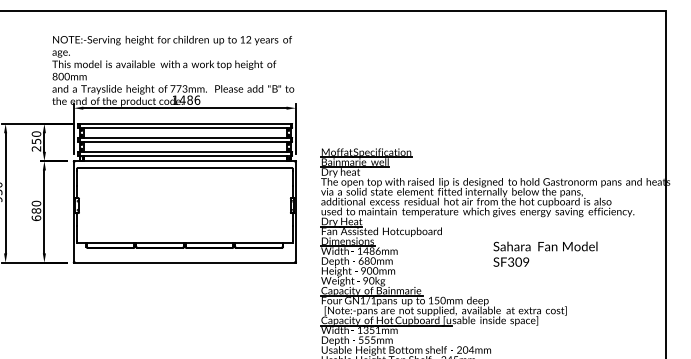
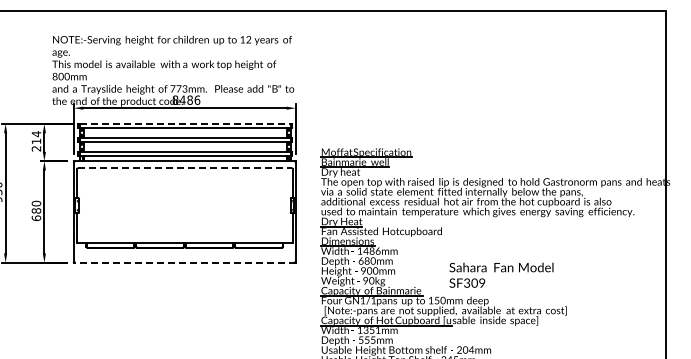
text at (175, 99): 1486 -> 8486
line at (185, 123): solid -> dashed
text at (36, 137): 250 -> 214
line at (185, 168): solid -> dashed
text at (545, 253) position: (545, 253) -> (501, 274)
line at (184, 262): solid -> dashed
